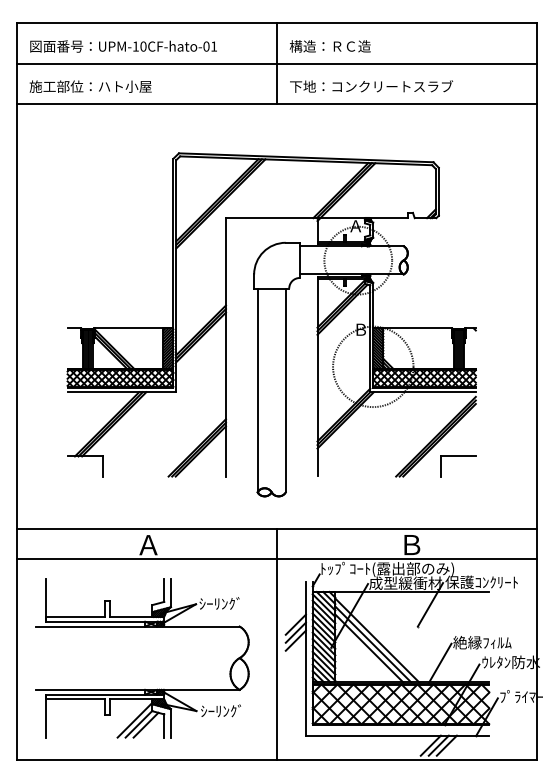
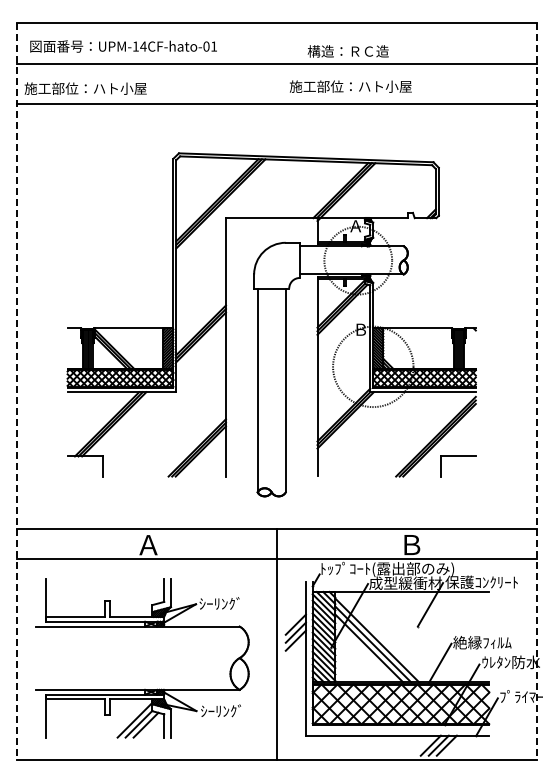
text at (143, 46): UPM-10CF-hato-01 -> UPM-14CF-hato-01
text at (329, 46) position: (329, 46) -> (347, 51)
line at (277, 63): present -> none
text at (90, 86) position: (90, 86) -> (85, 88)
text at (371, 86): 下地：コンクリートスラブ -> 施工部位：ハト小屋
line at (16, 392): solid -> dashed
line at (537, 392): solid -> dashed
